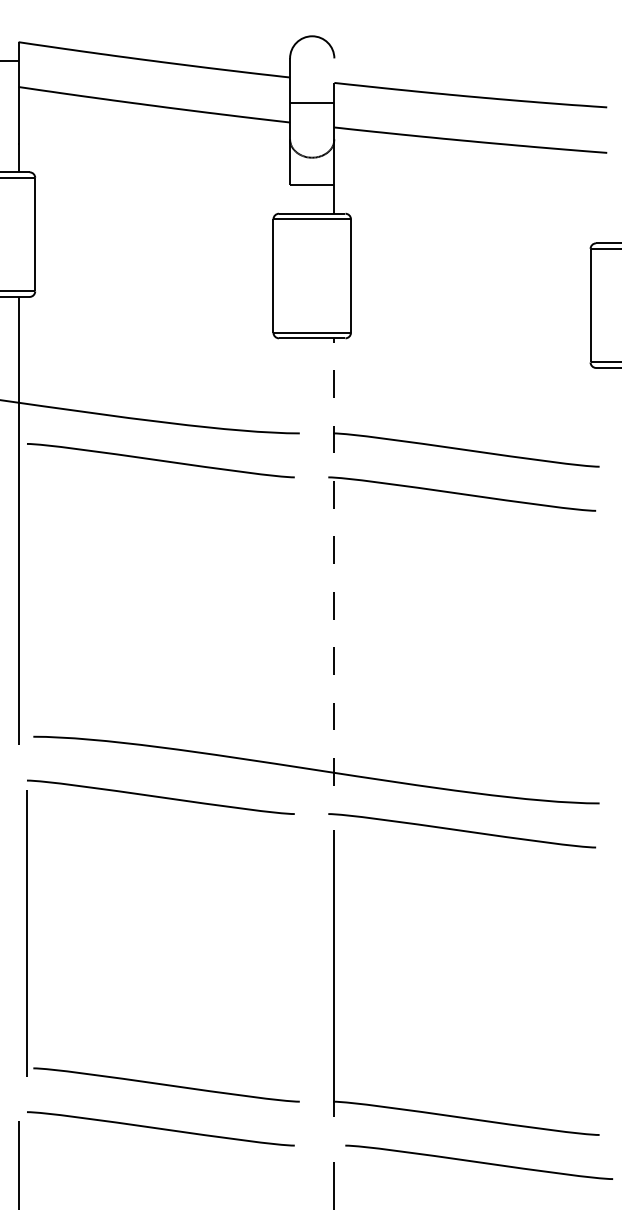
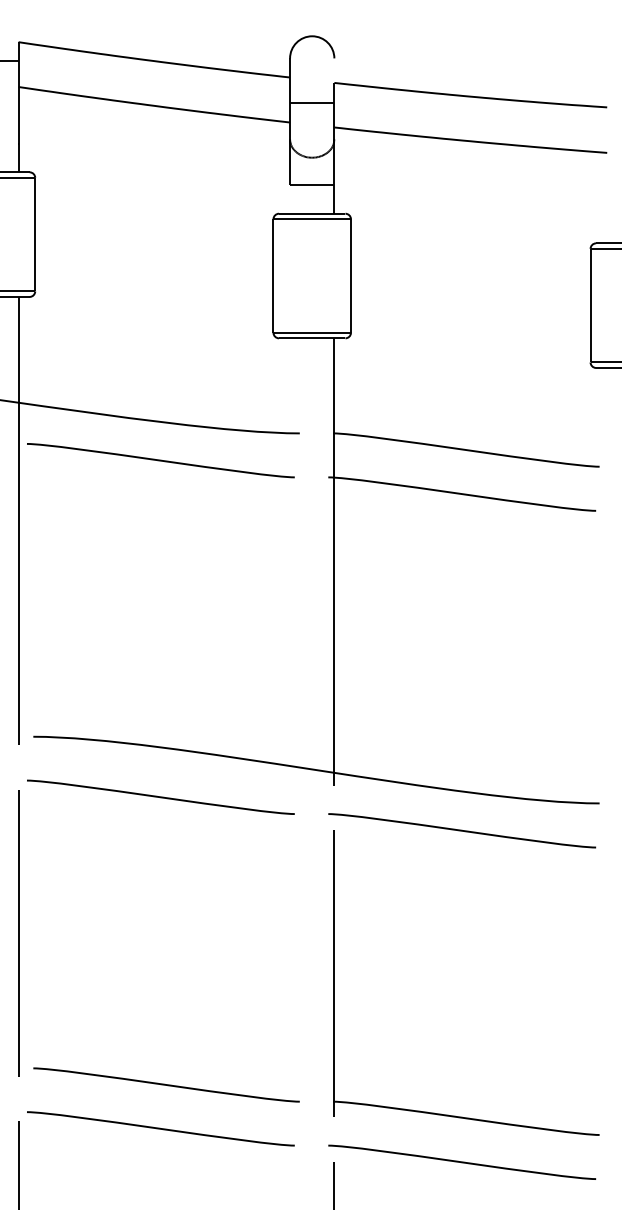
line at (334, 562): dashed -> solid
line at (26, 933) position: (26, 933) -> (18, 933)
curve at (479, 1161) position: (479, 1161) -> (462, 1161)
